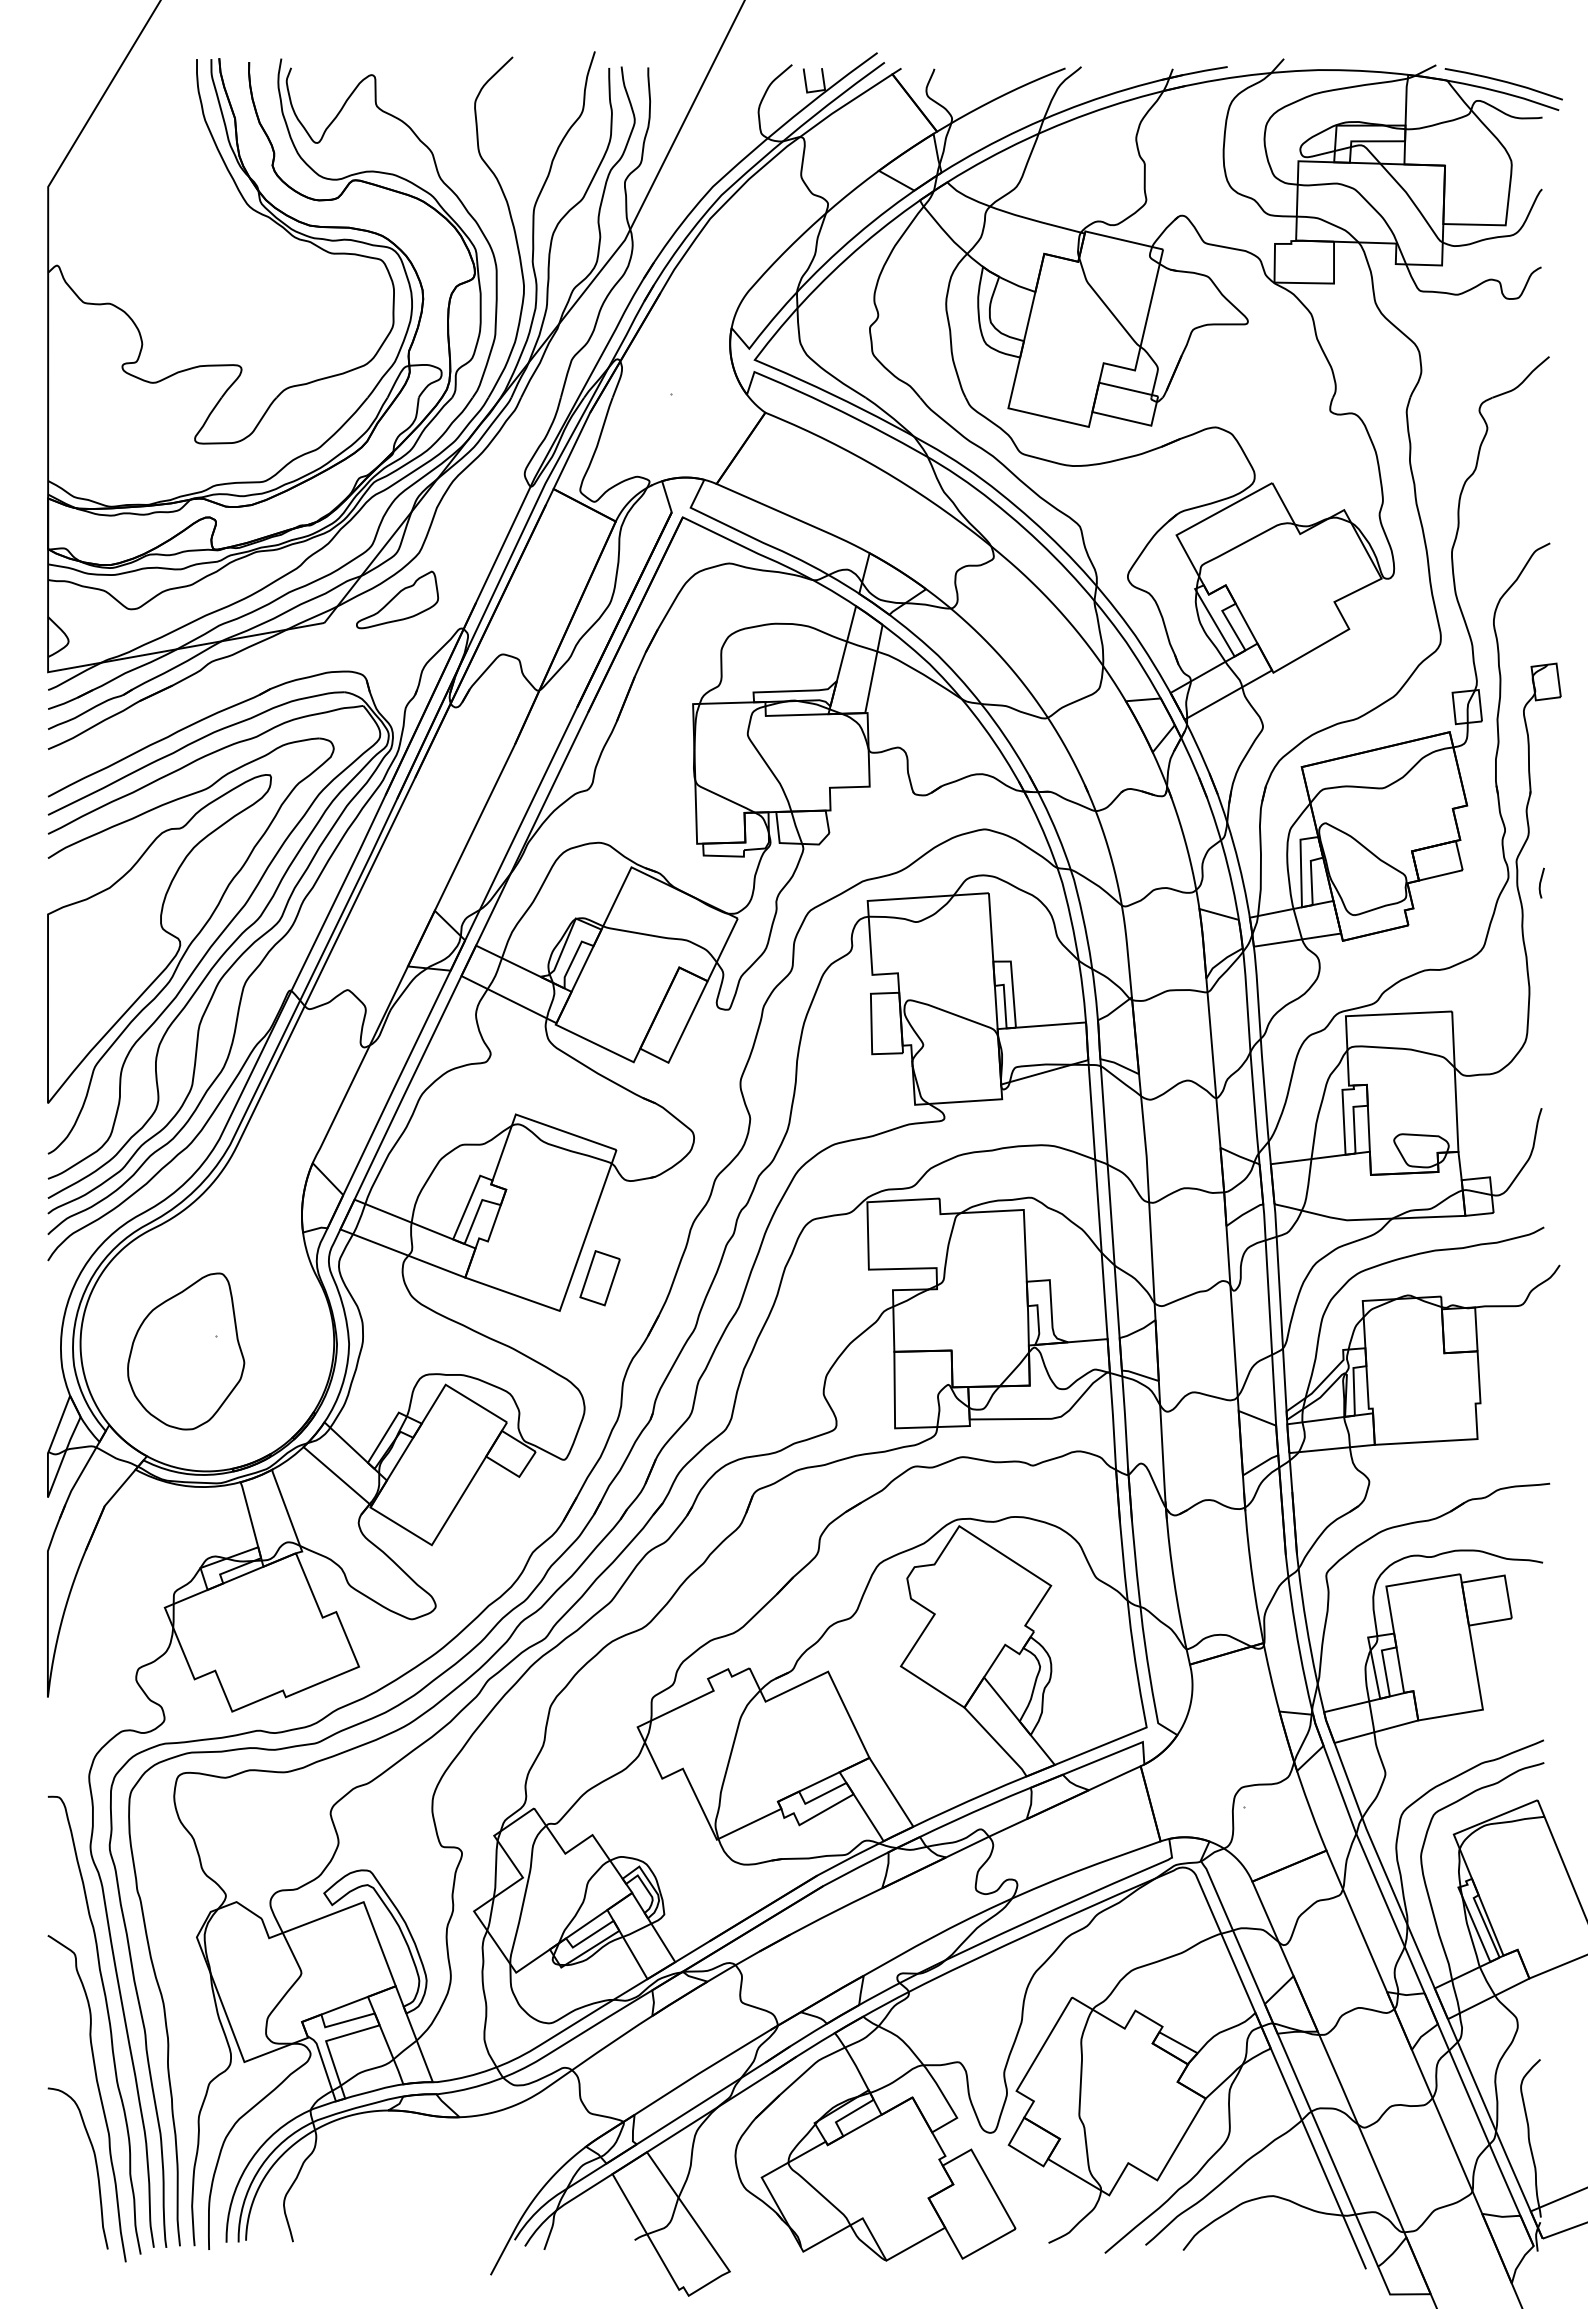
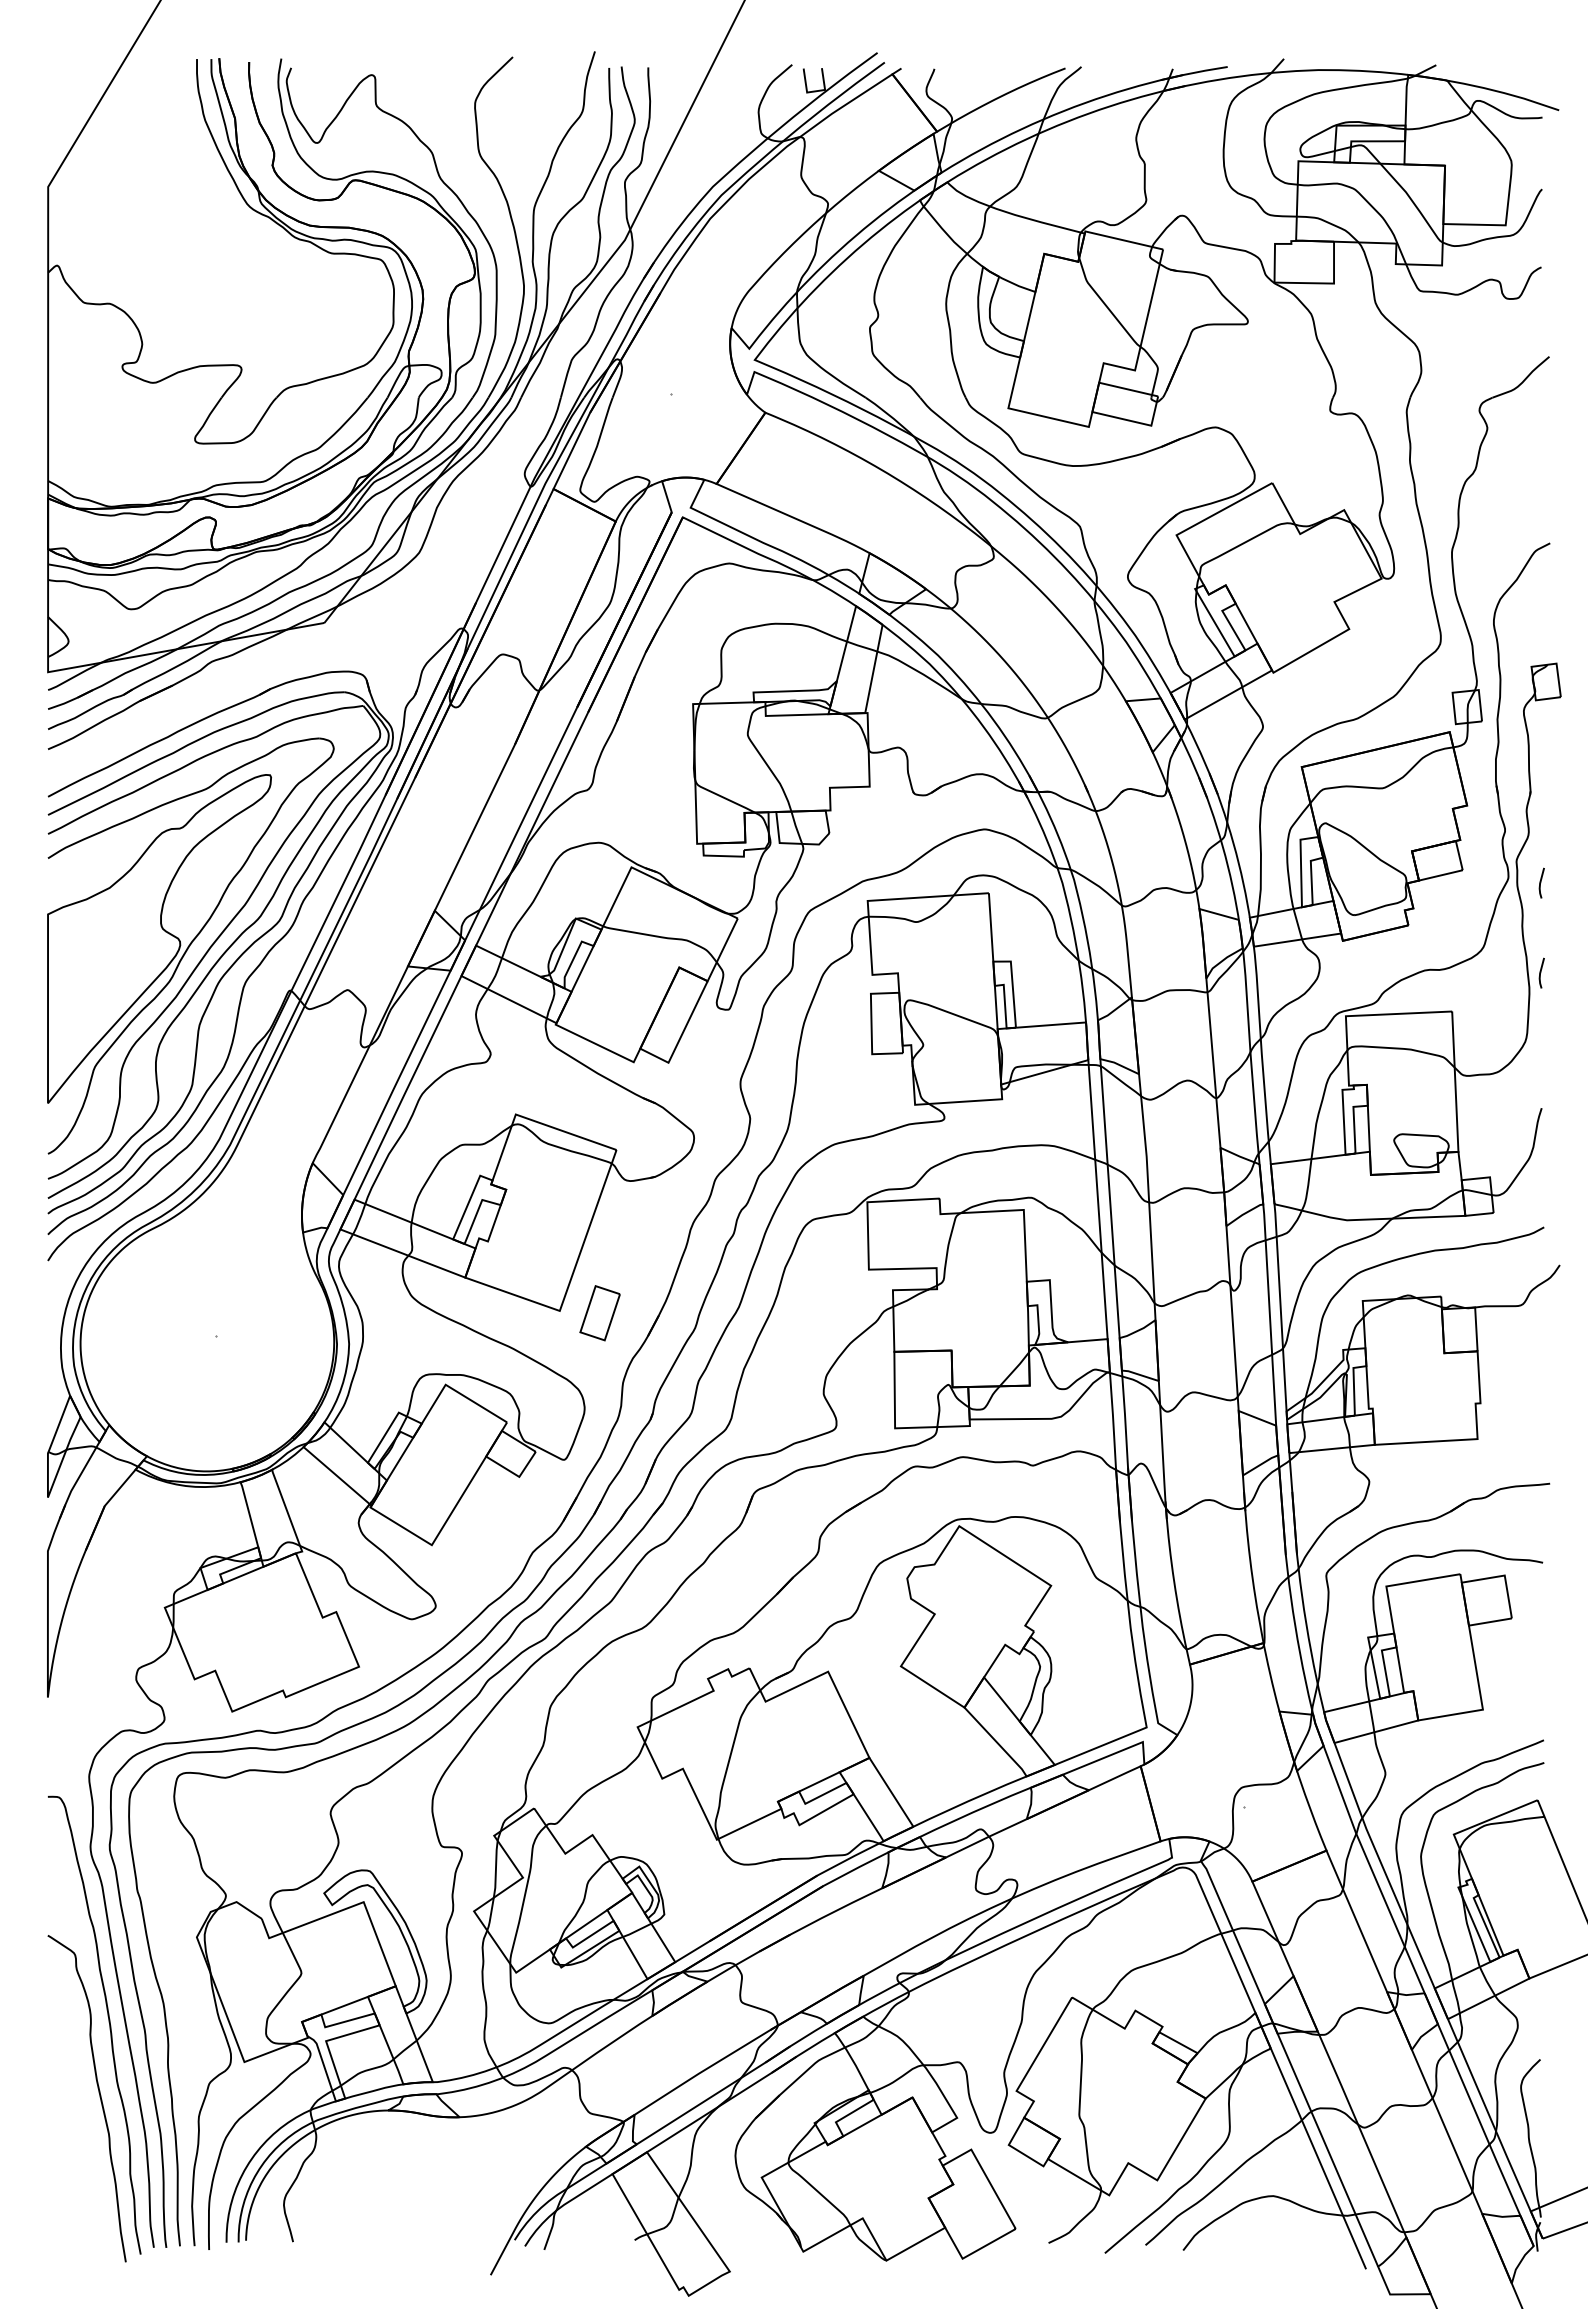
curve at (1503, 82): present -> none
part at (397, 599): present -> none
line at (1541, 972): none -> present
part at (599, 1278) position: (599, 1278) -> (599, 1313)
part at (186, 1351): present -> none
curve at (95, 2165): present -> none
